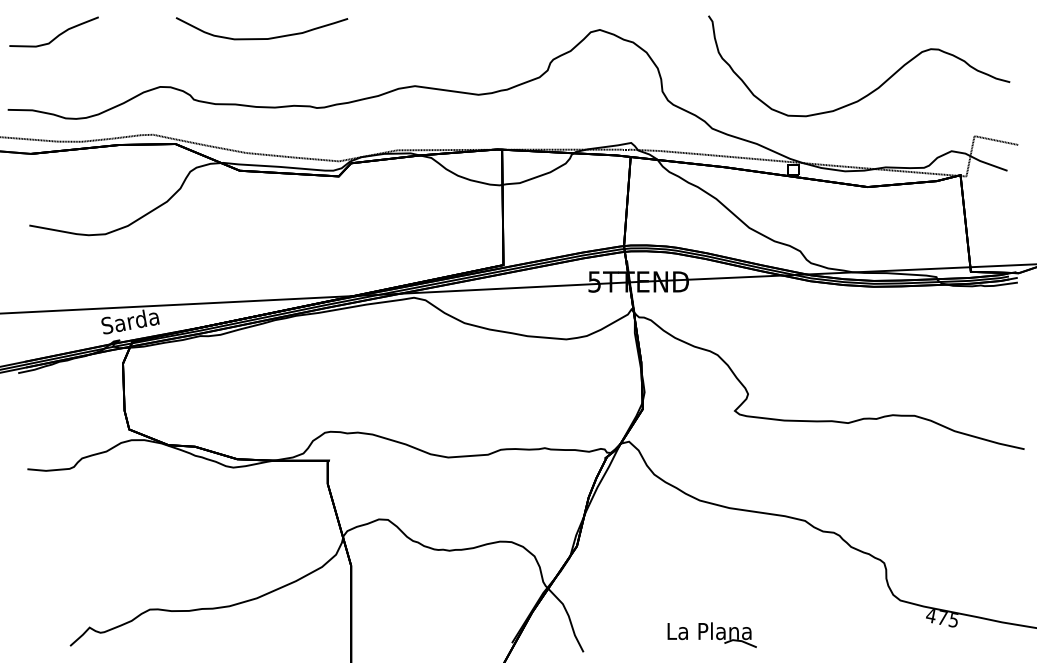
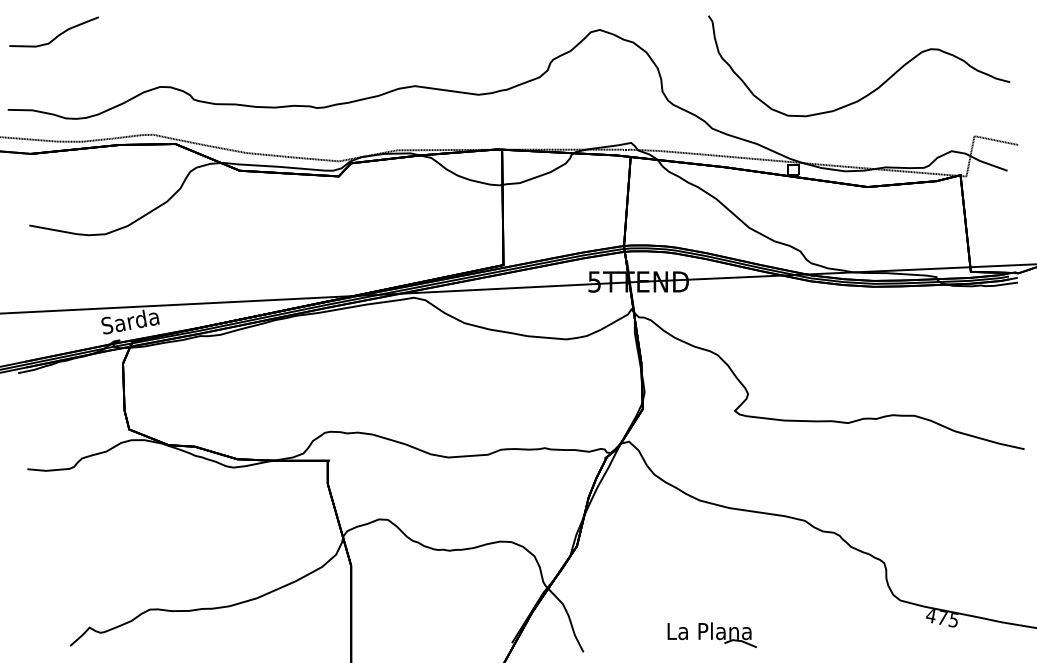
curve at (261, 38): present -> none
